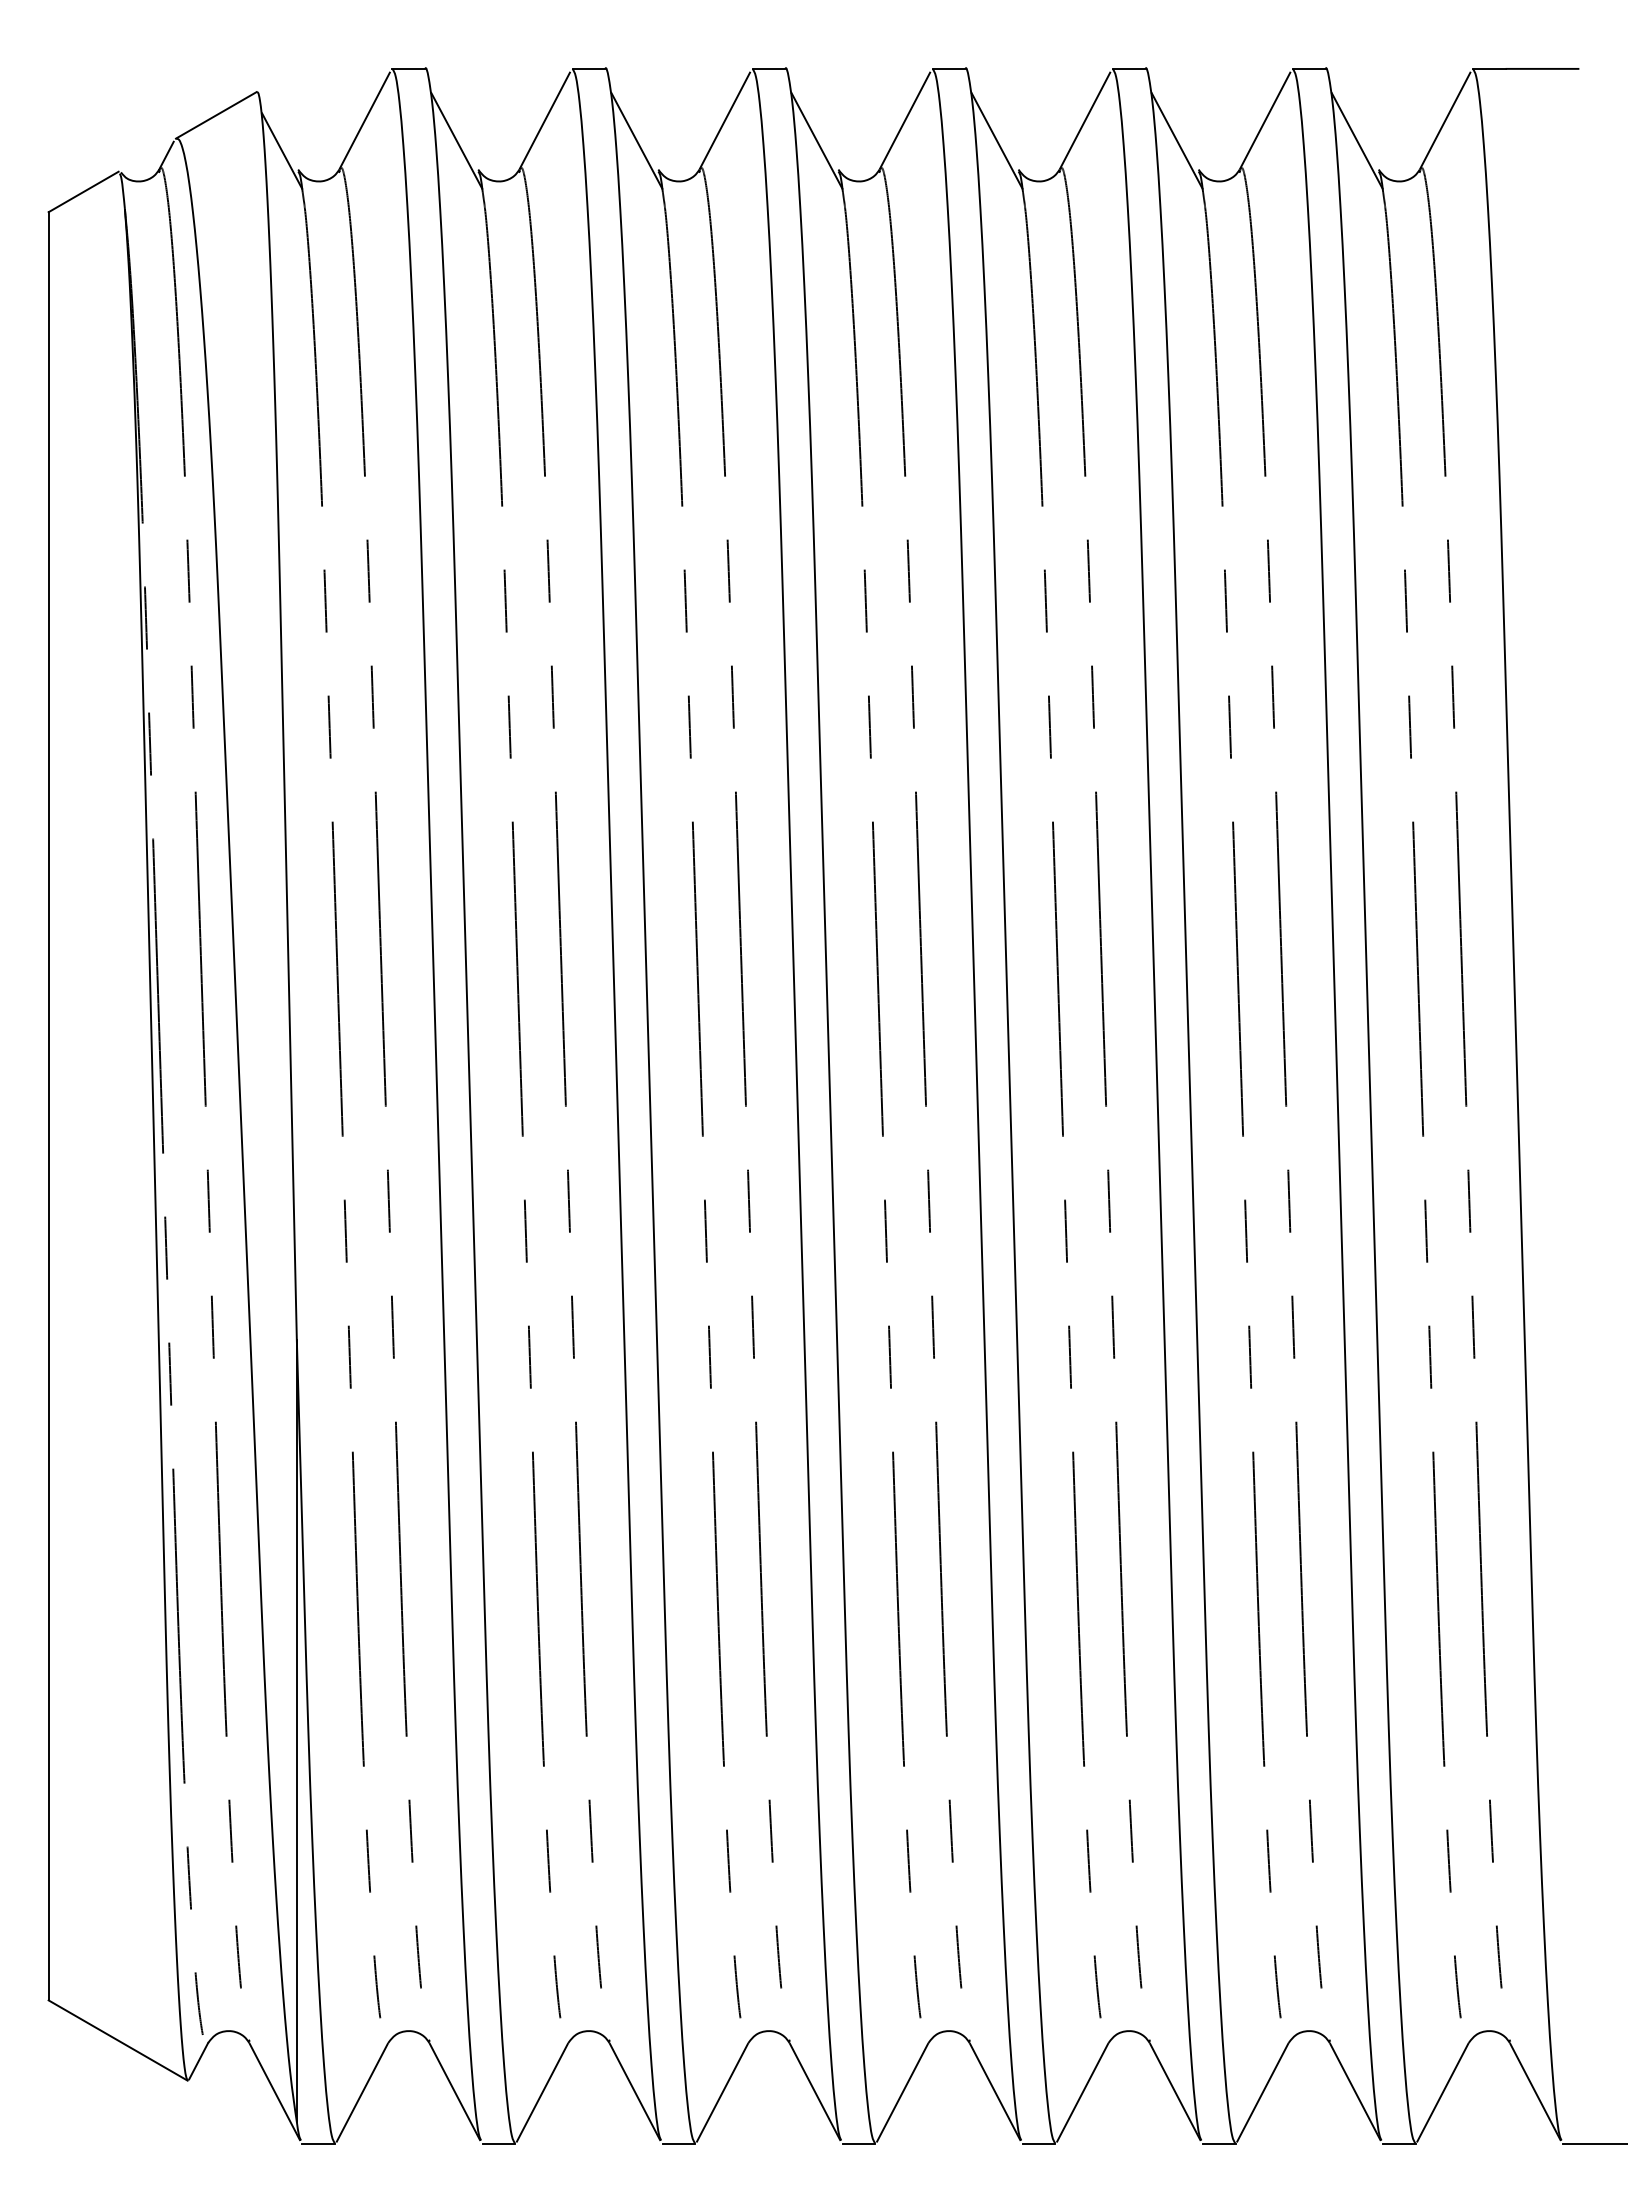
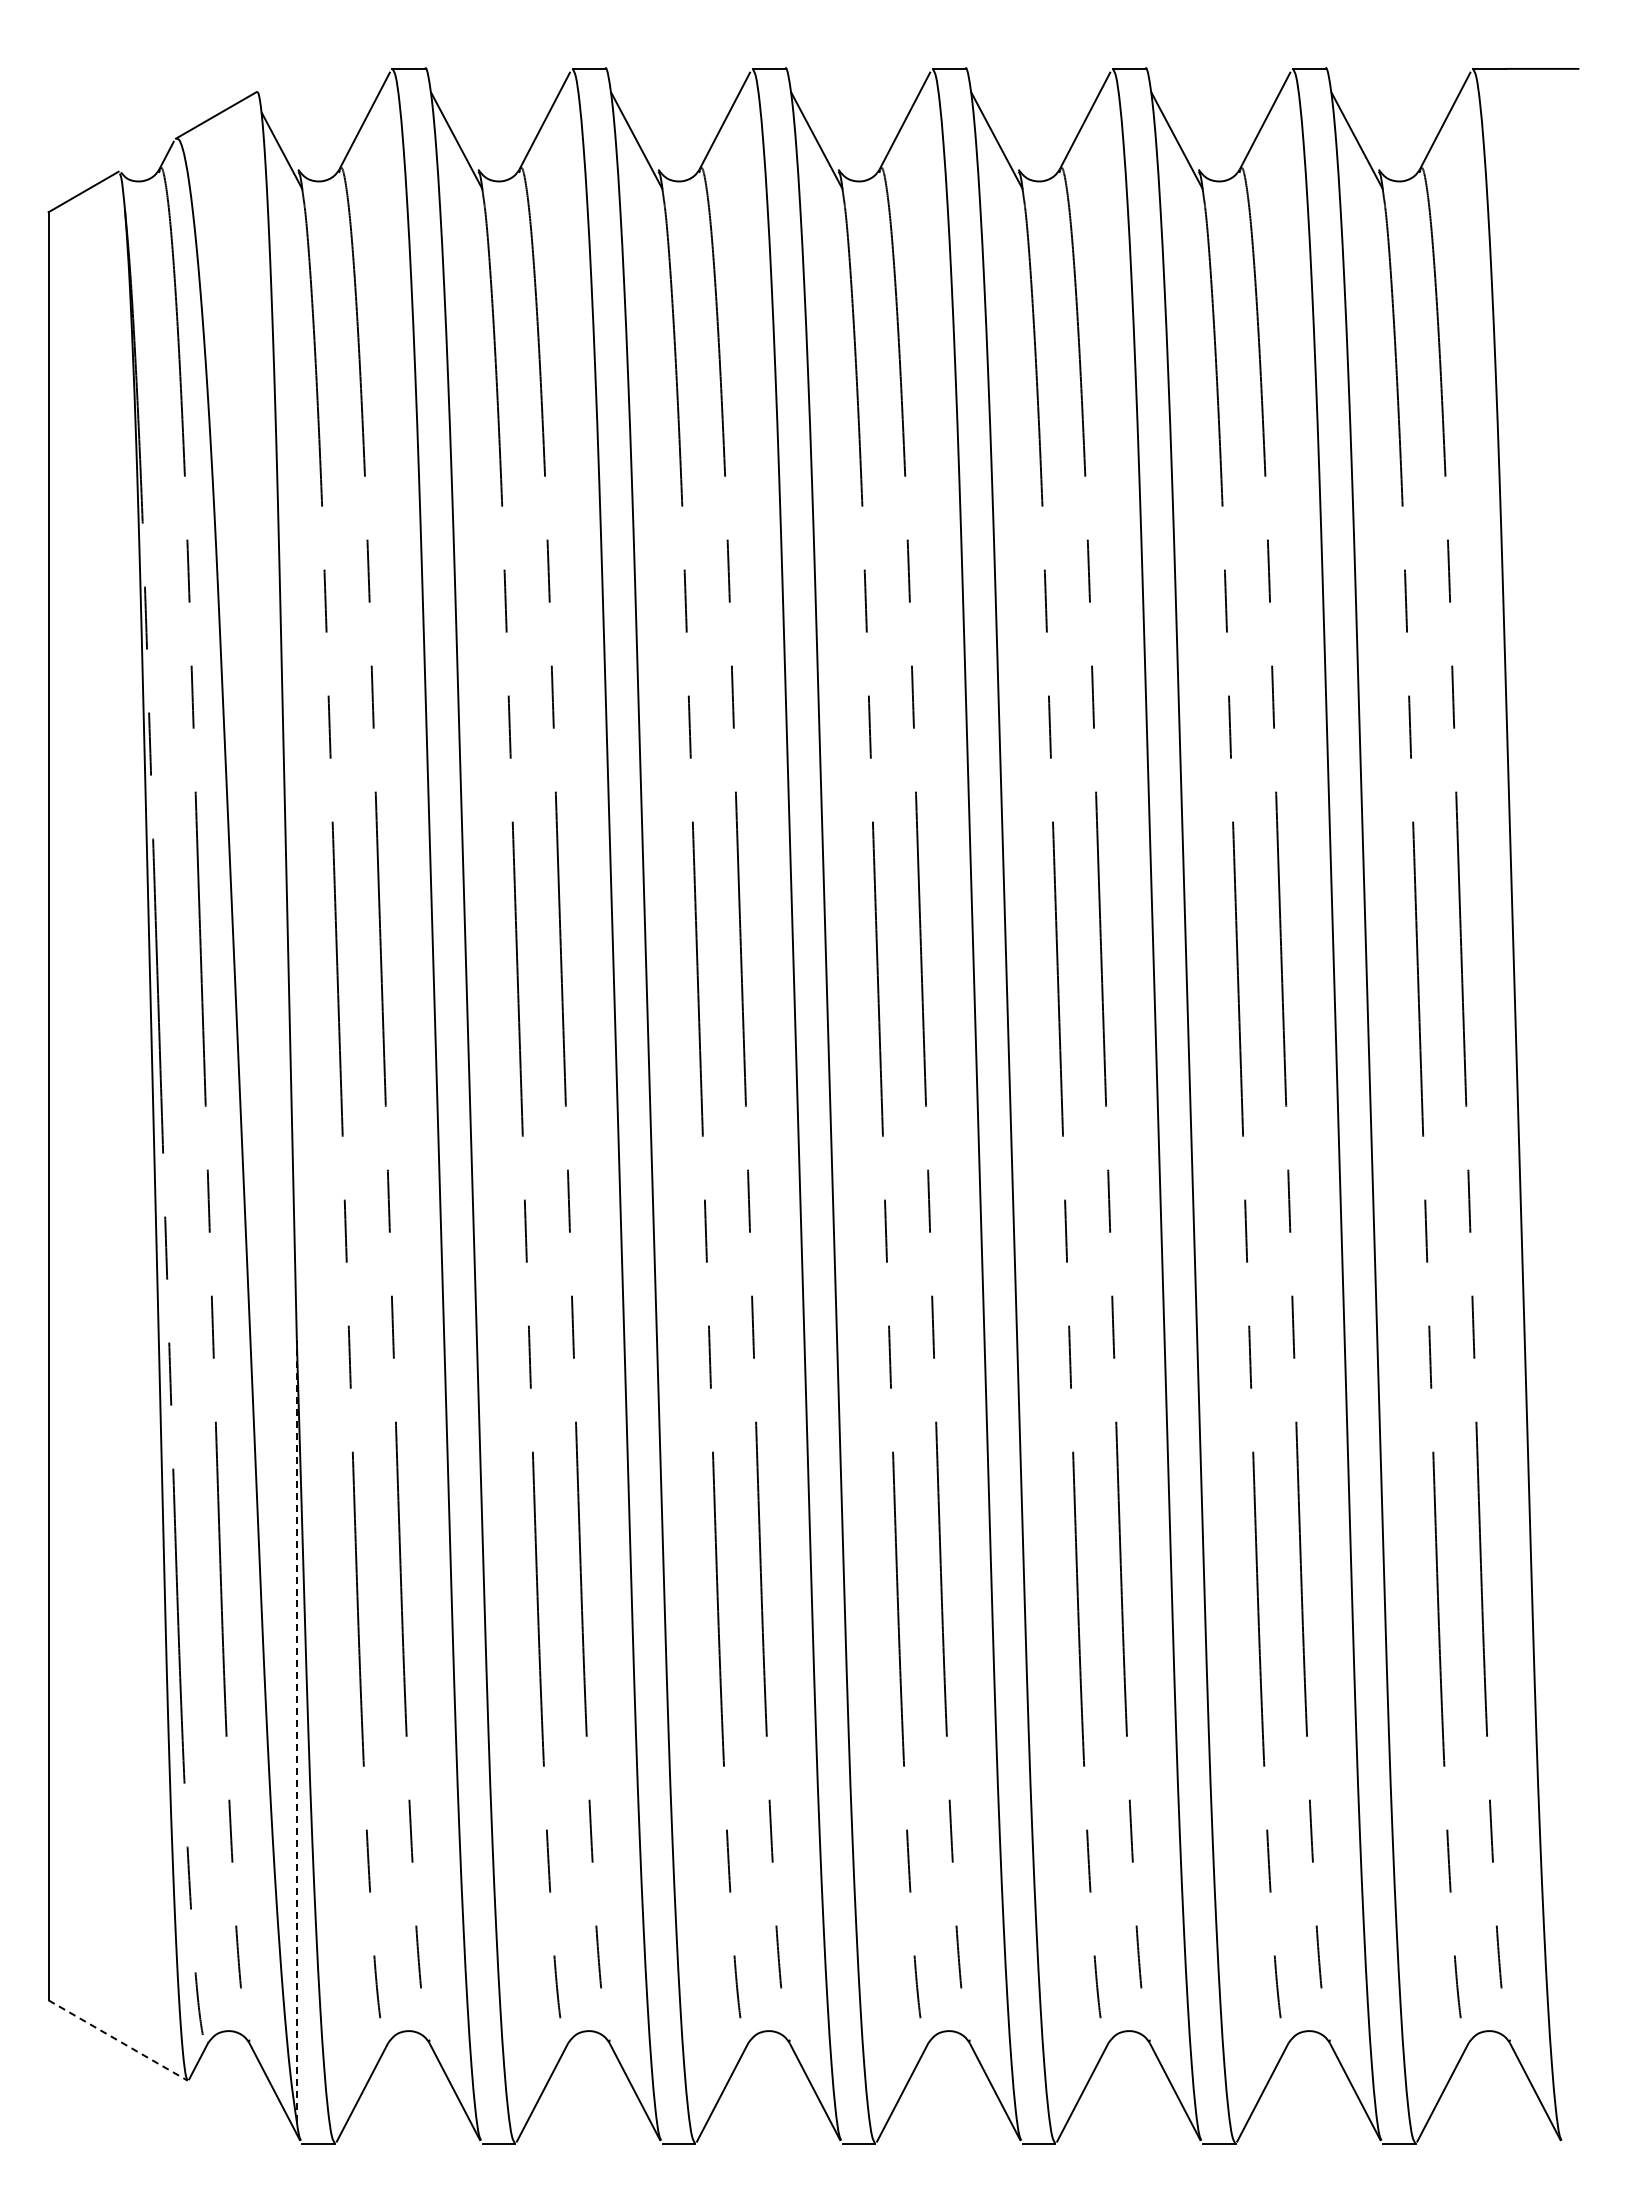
line at (296, 1730): solid -> dashed
line at (118, 2040): solid -> dashed
line at (1593, 2143): present -> none
